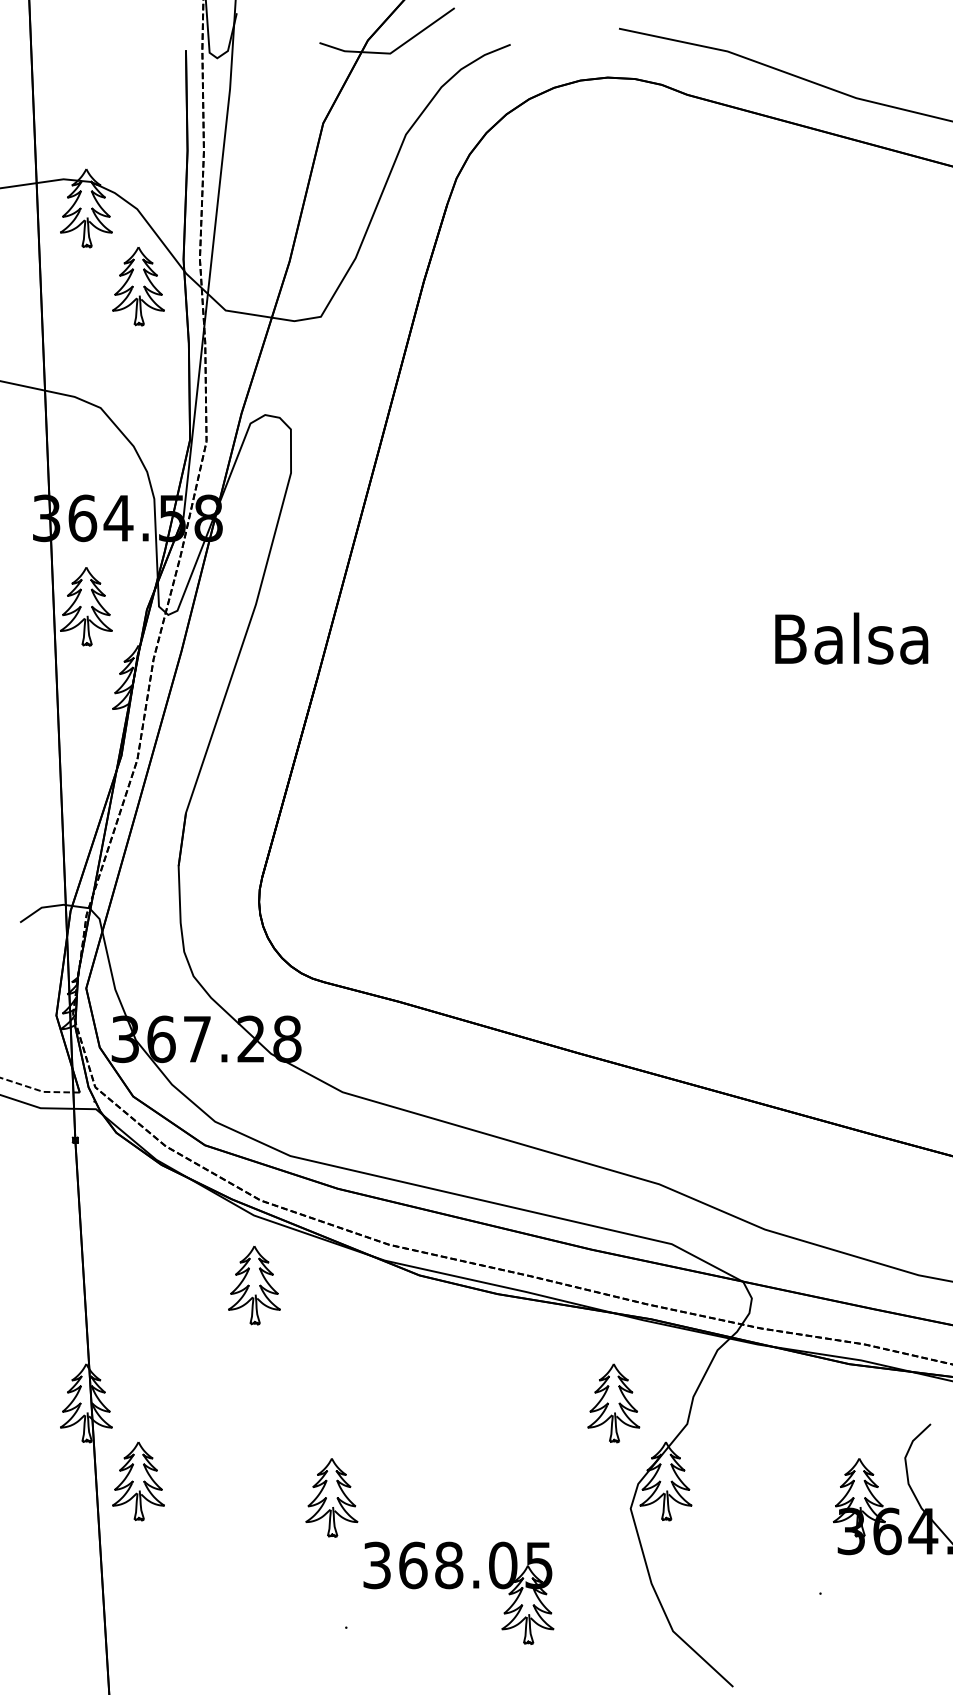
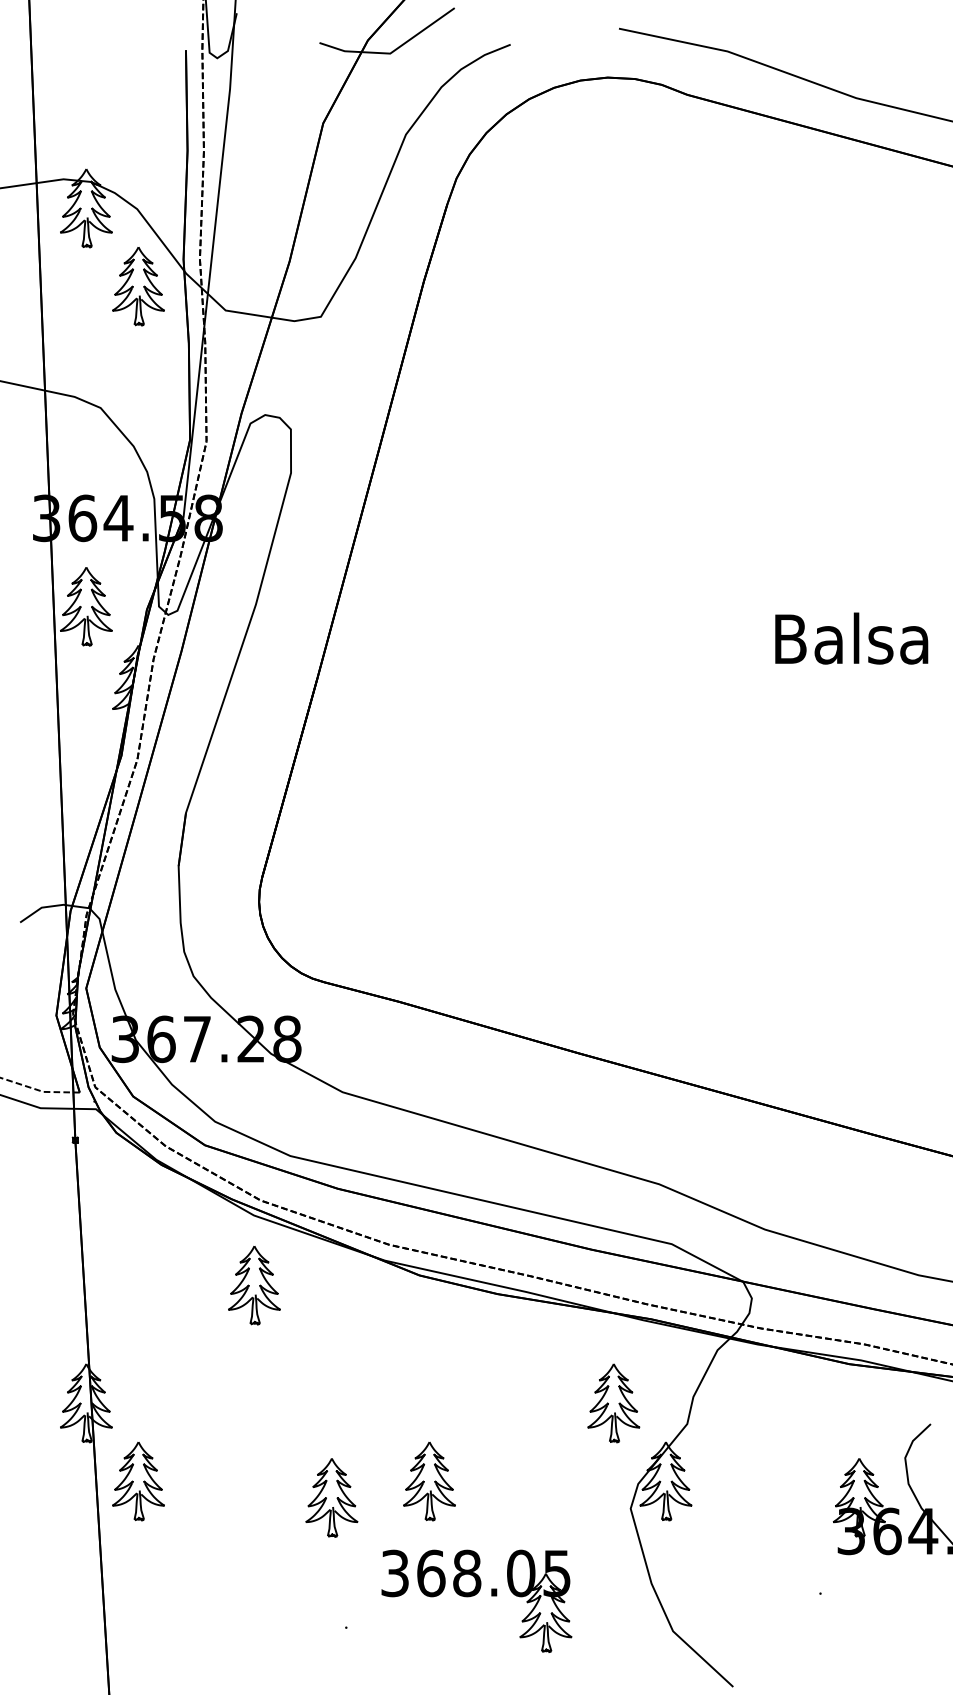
part at (429, 1481): none -> present
part at (458, 1592) position: (458, 1592) -> (476, 1600)
